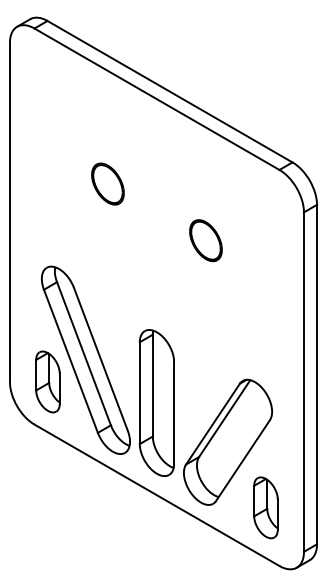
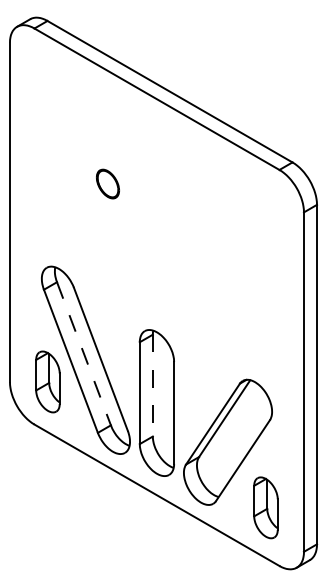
part at (107, 183) size: 34x44 px -> 24x32 px
part at (205, 240): present -> none
line at (84, 354): solid -> dashed
line at (152, 385): solid -> dashed
